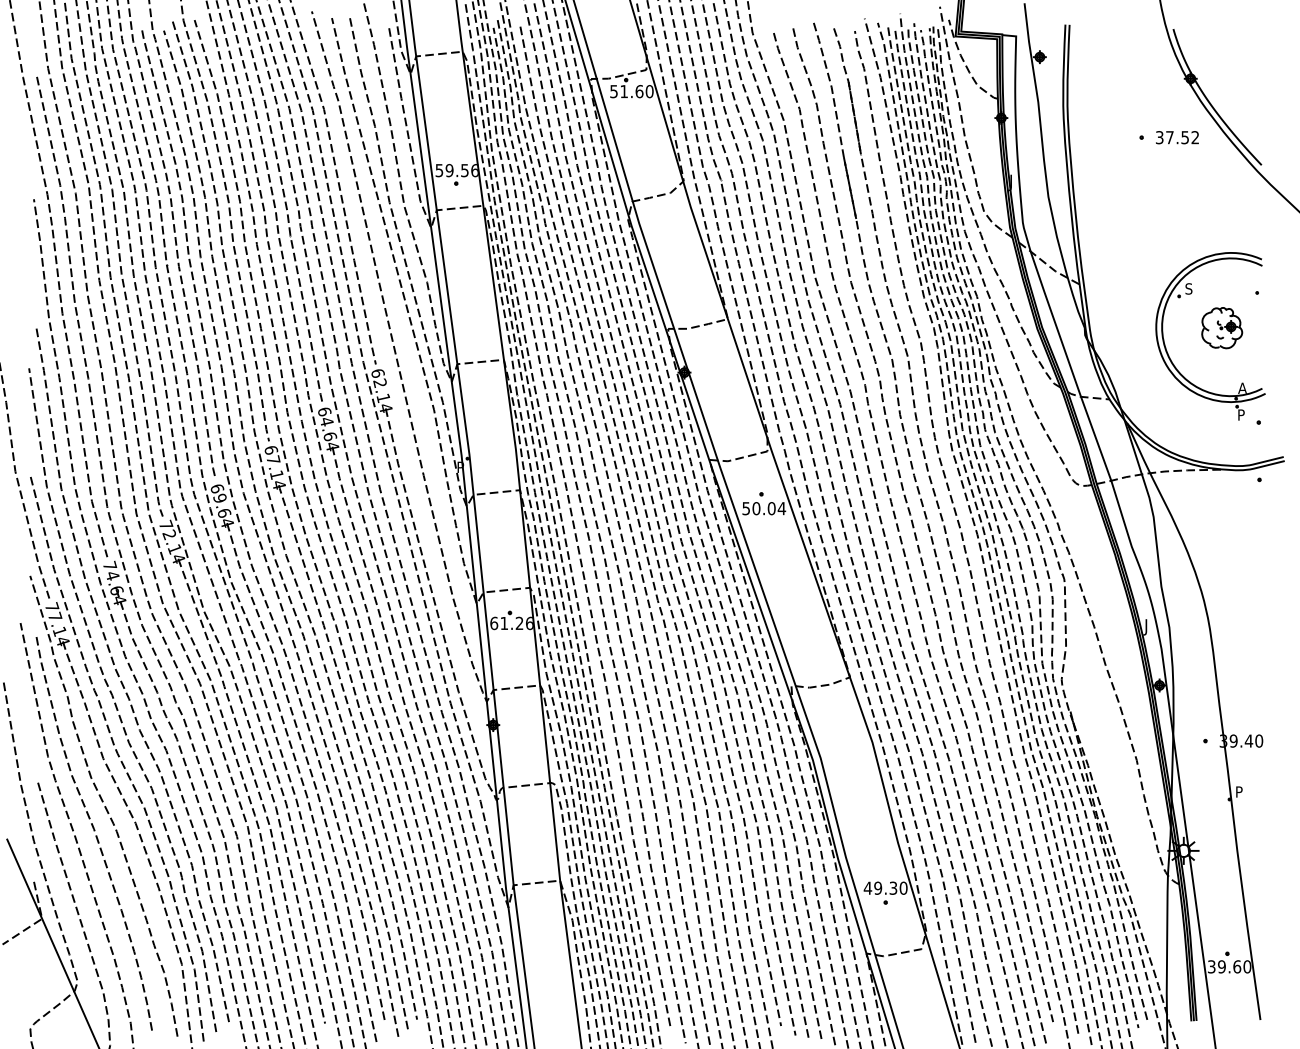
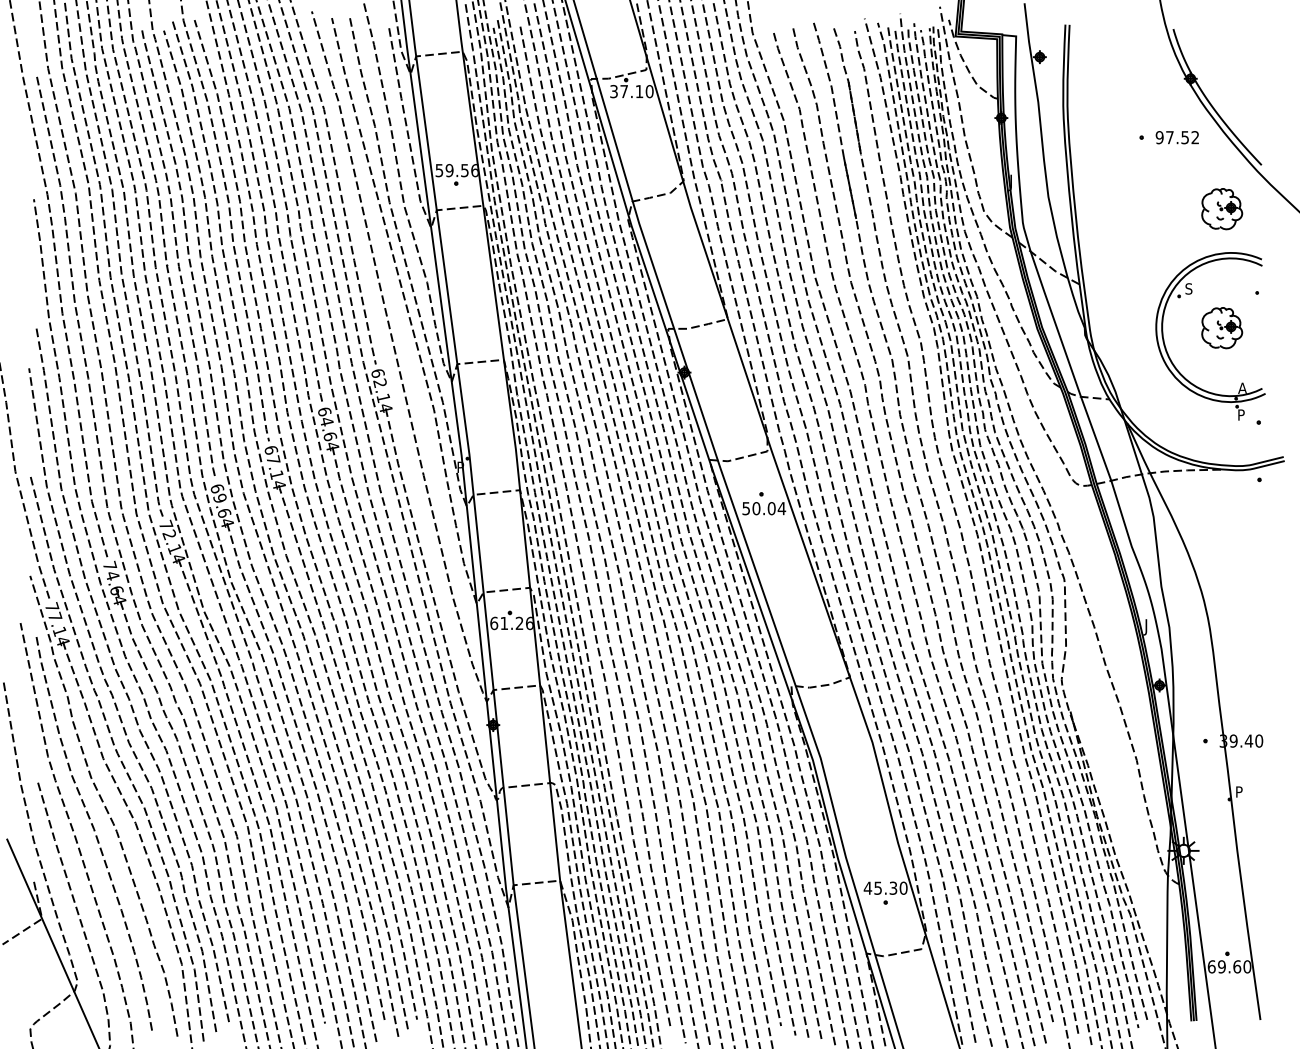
text at (626, 91): 51.60 -> 37.10
text at (1159, 137): 37.52 -> 97.52
part at (1222, 209): none -> present
text at (878, 887): 49.30 -> 45.30
text at (1211, 966): 39.60 -> 69.60
